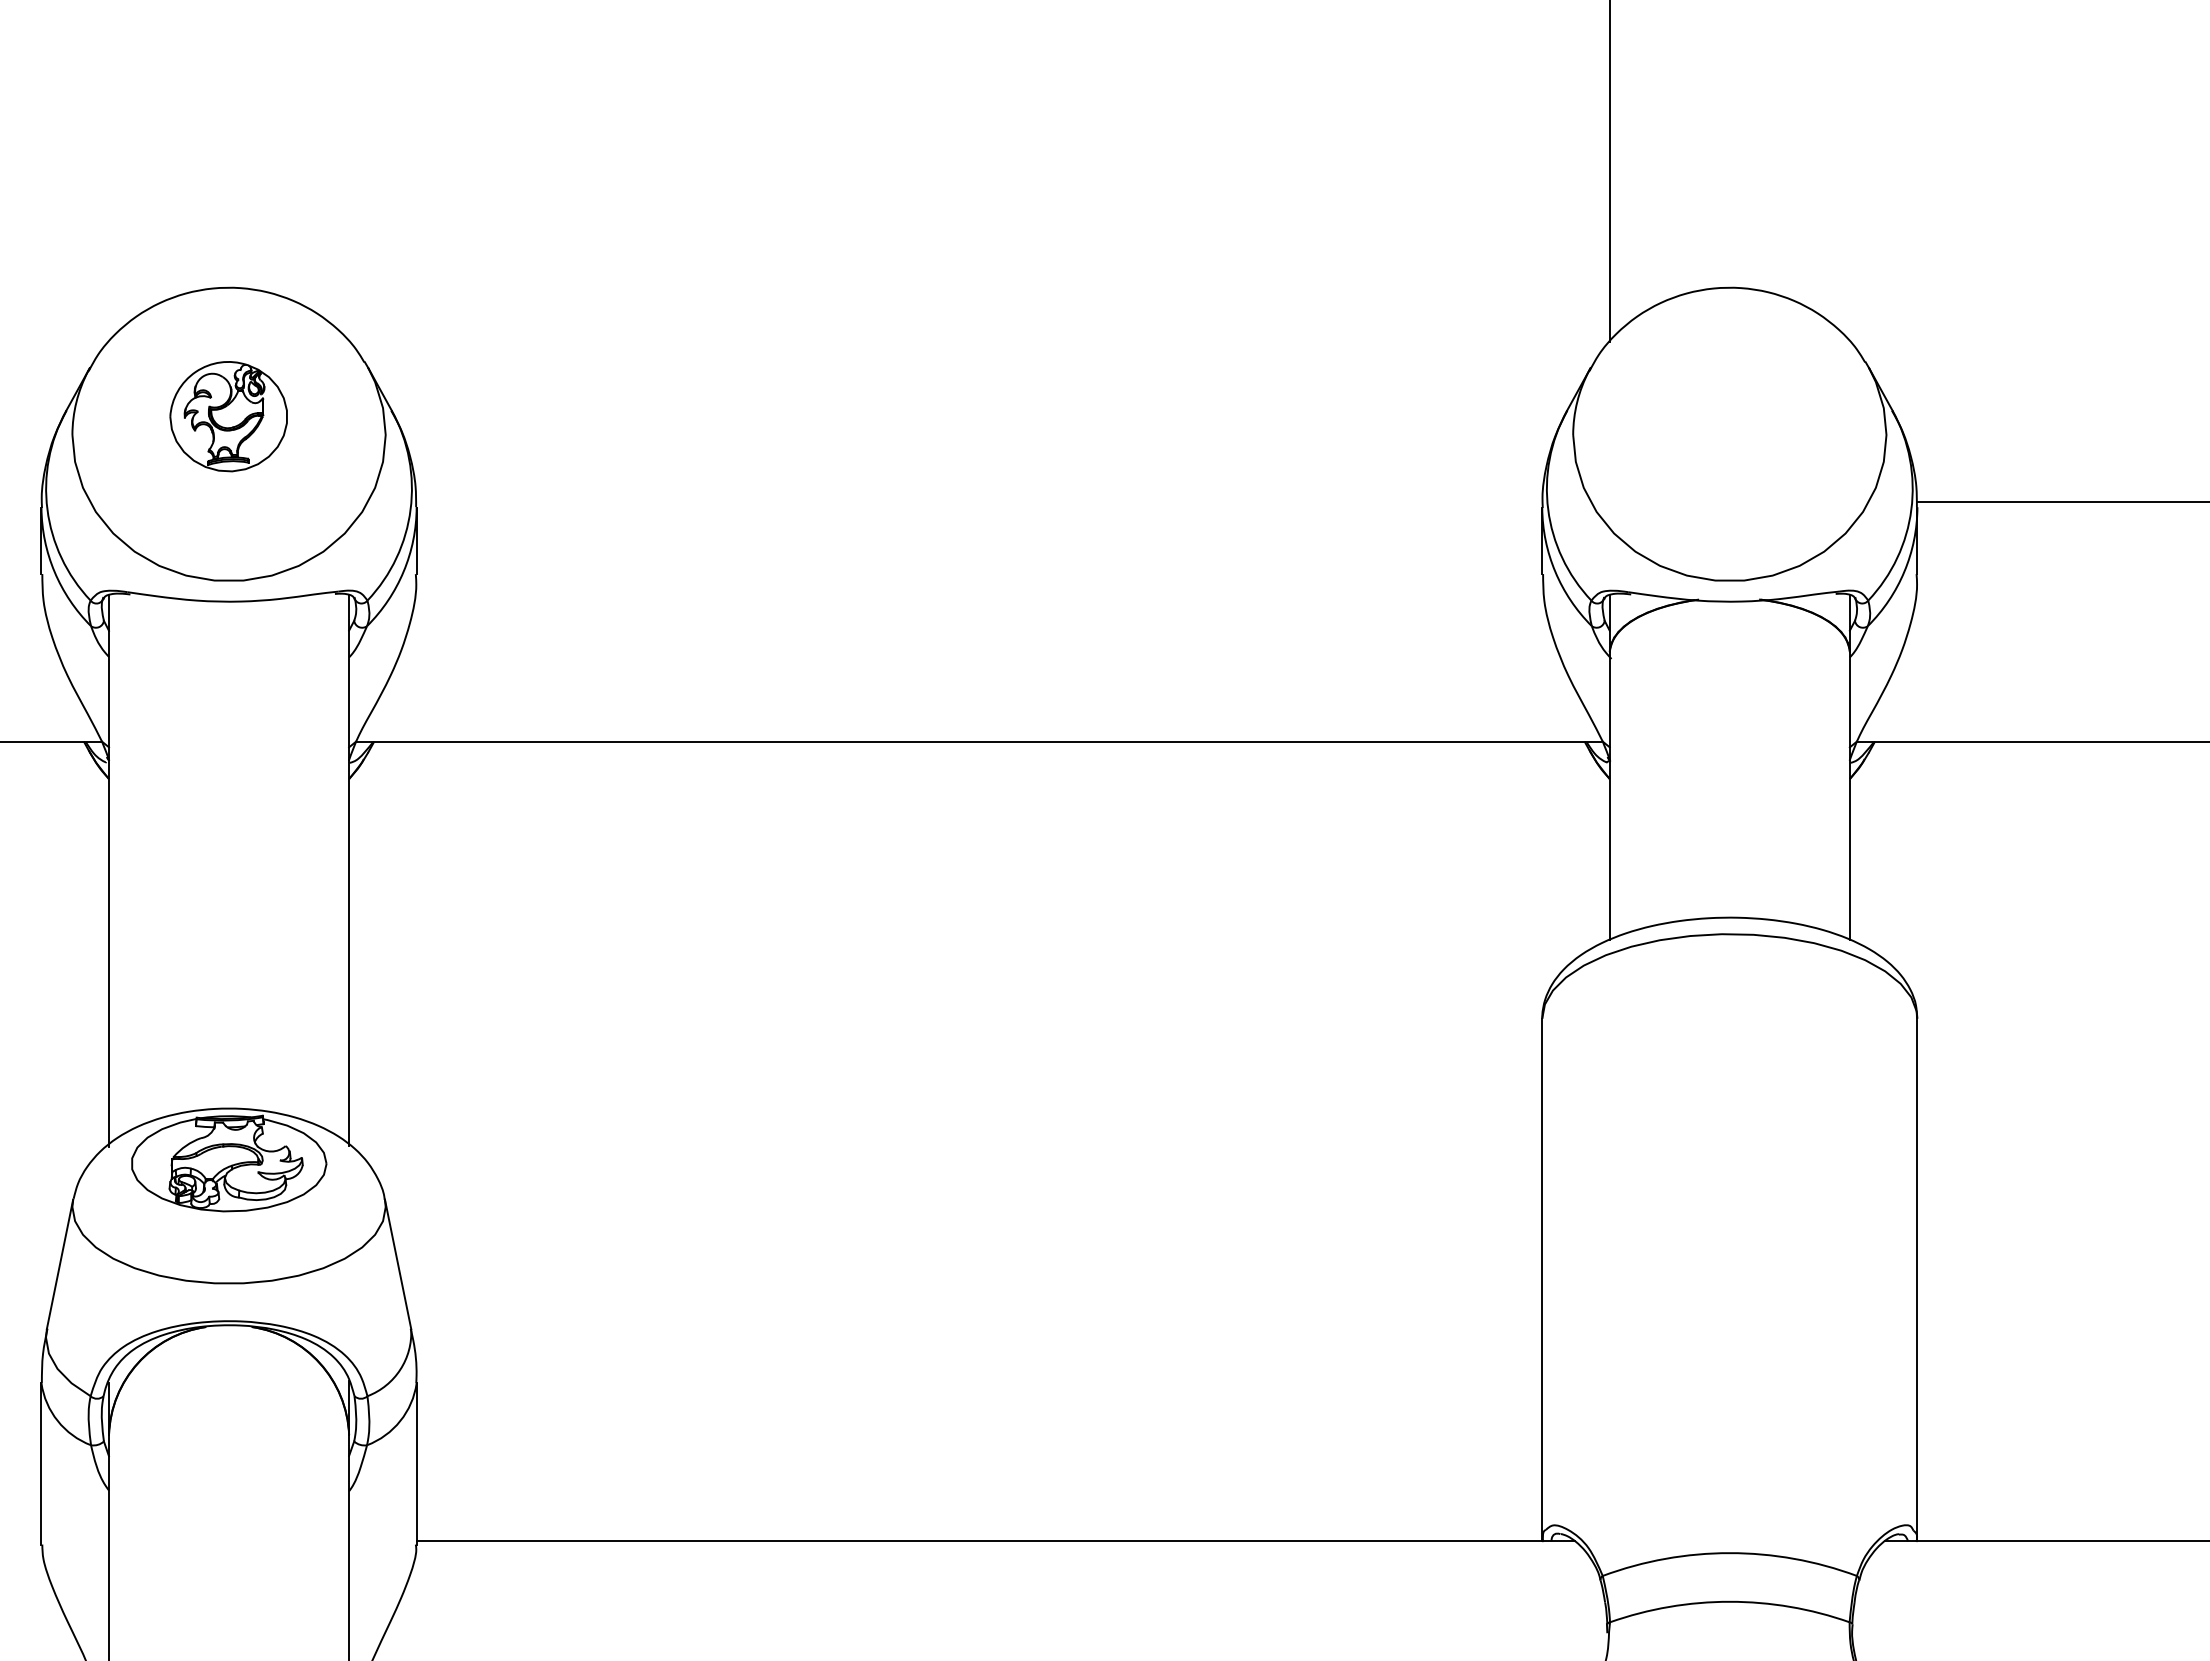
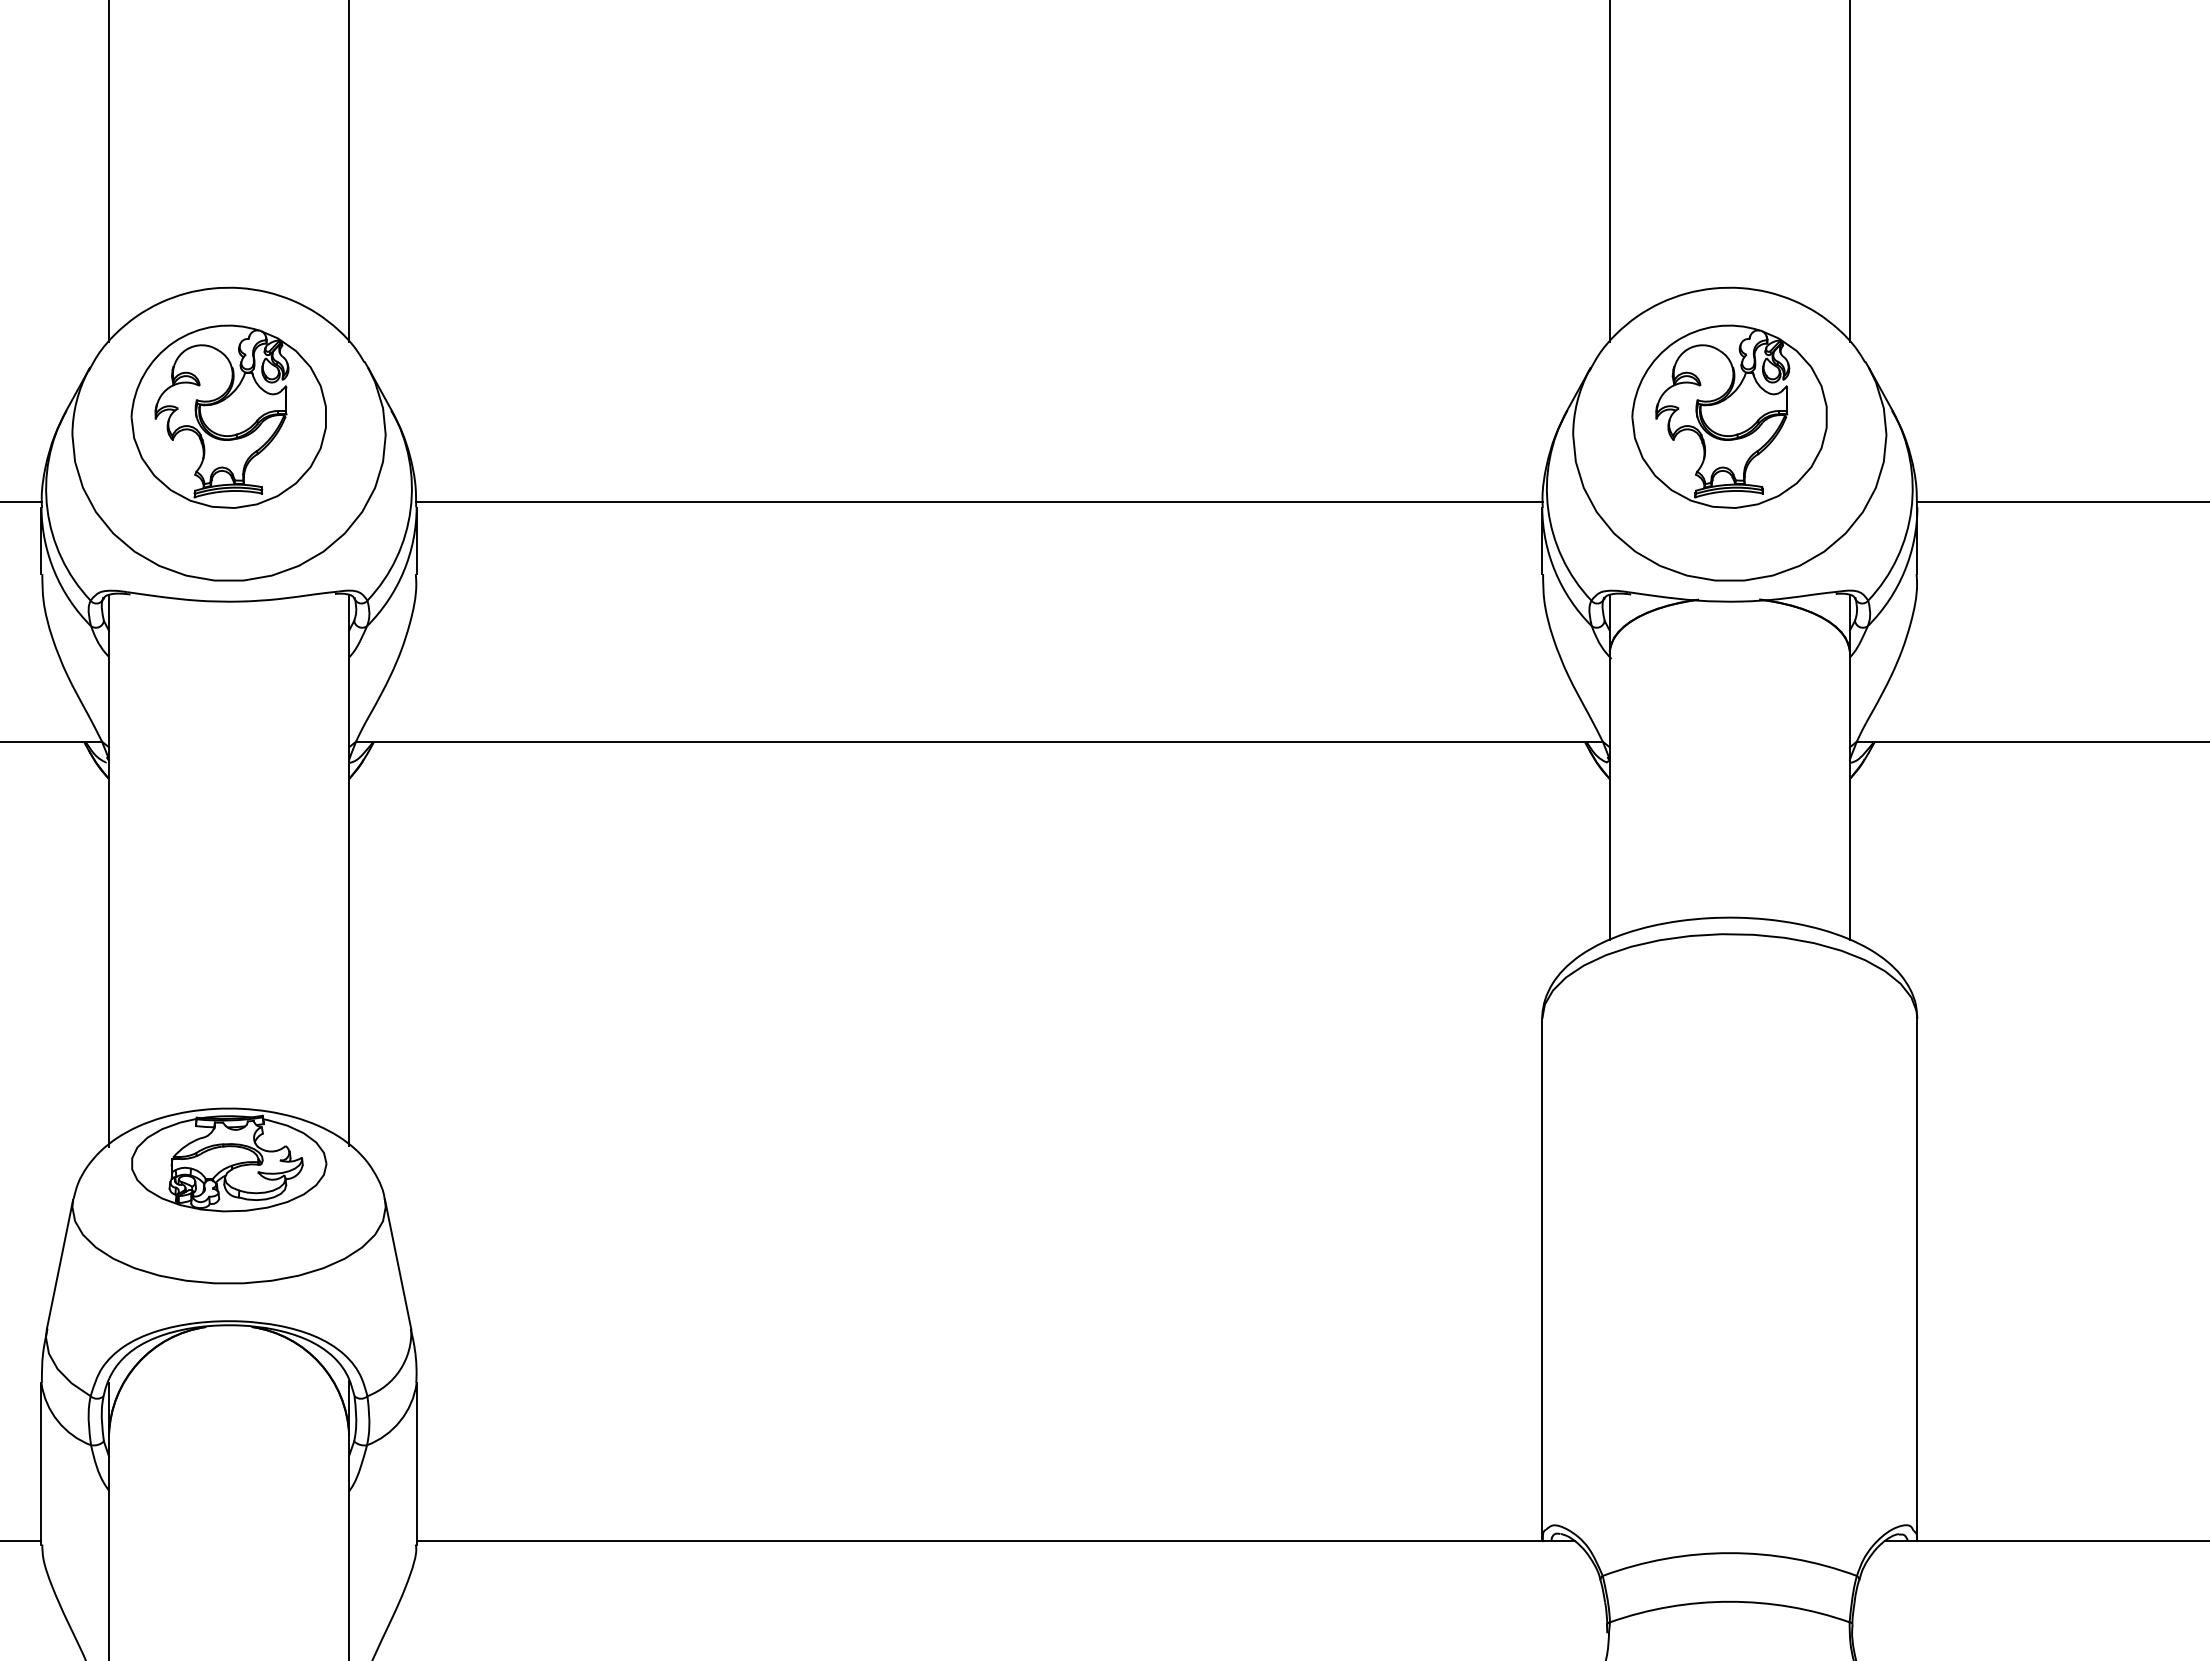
line at (109, 172): none -> present
line at (349, 172): none -> present
line at (1849, 172): none -> present
part at (228, 416) size: 119x112 px -> 197x185 px
part at (1729, 416): none -> present
line at (21, 502): none -> present
line at (979, 502): none -> present
line at (21, 1541): none -> present
